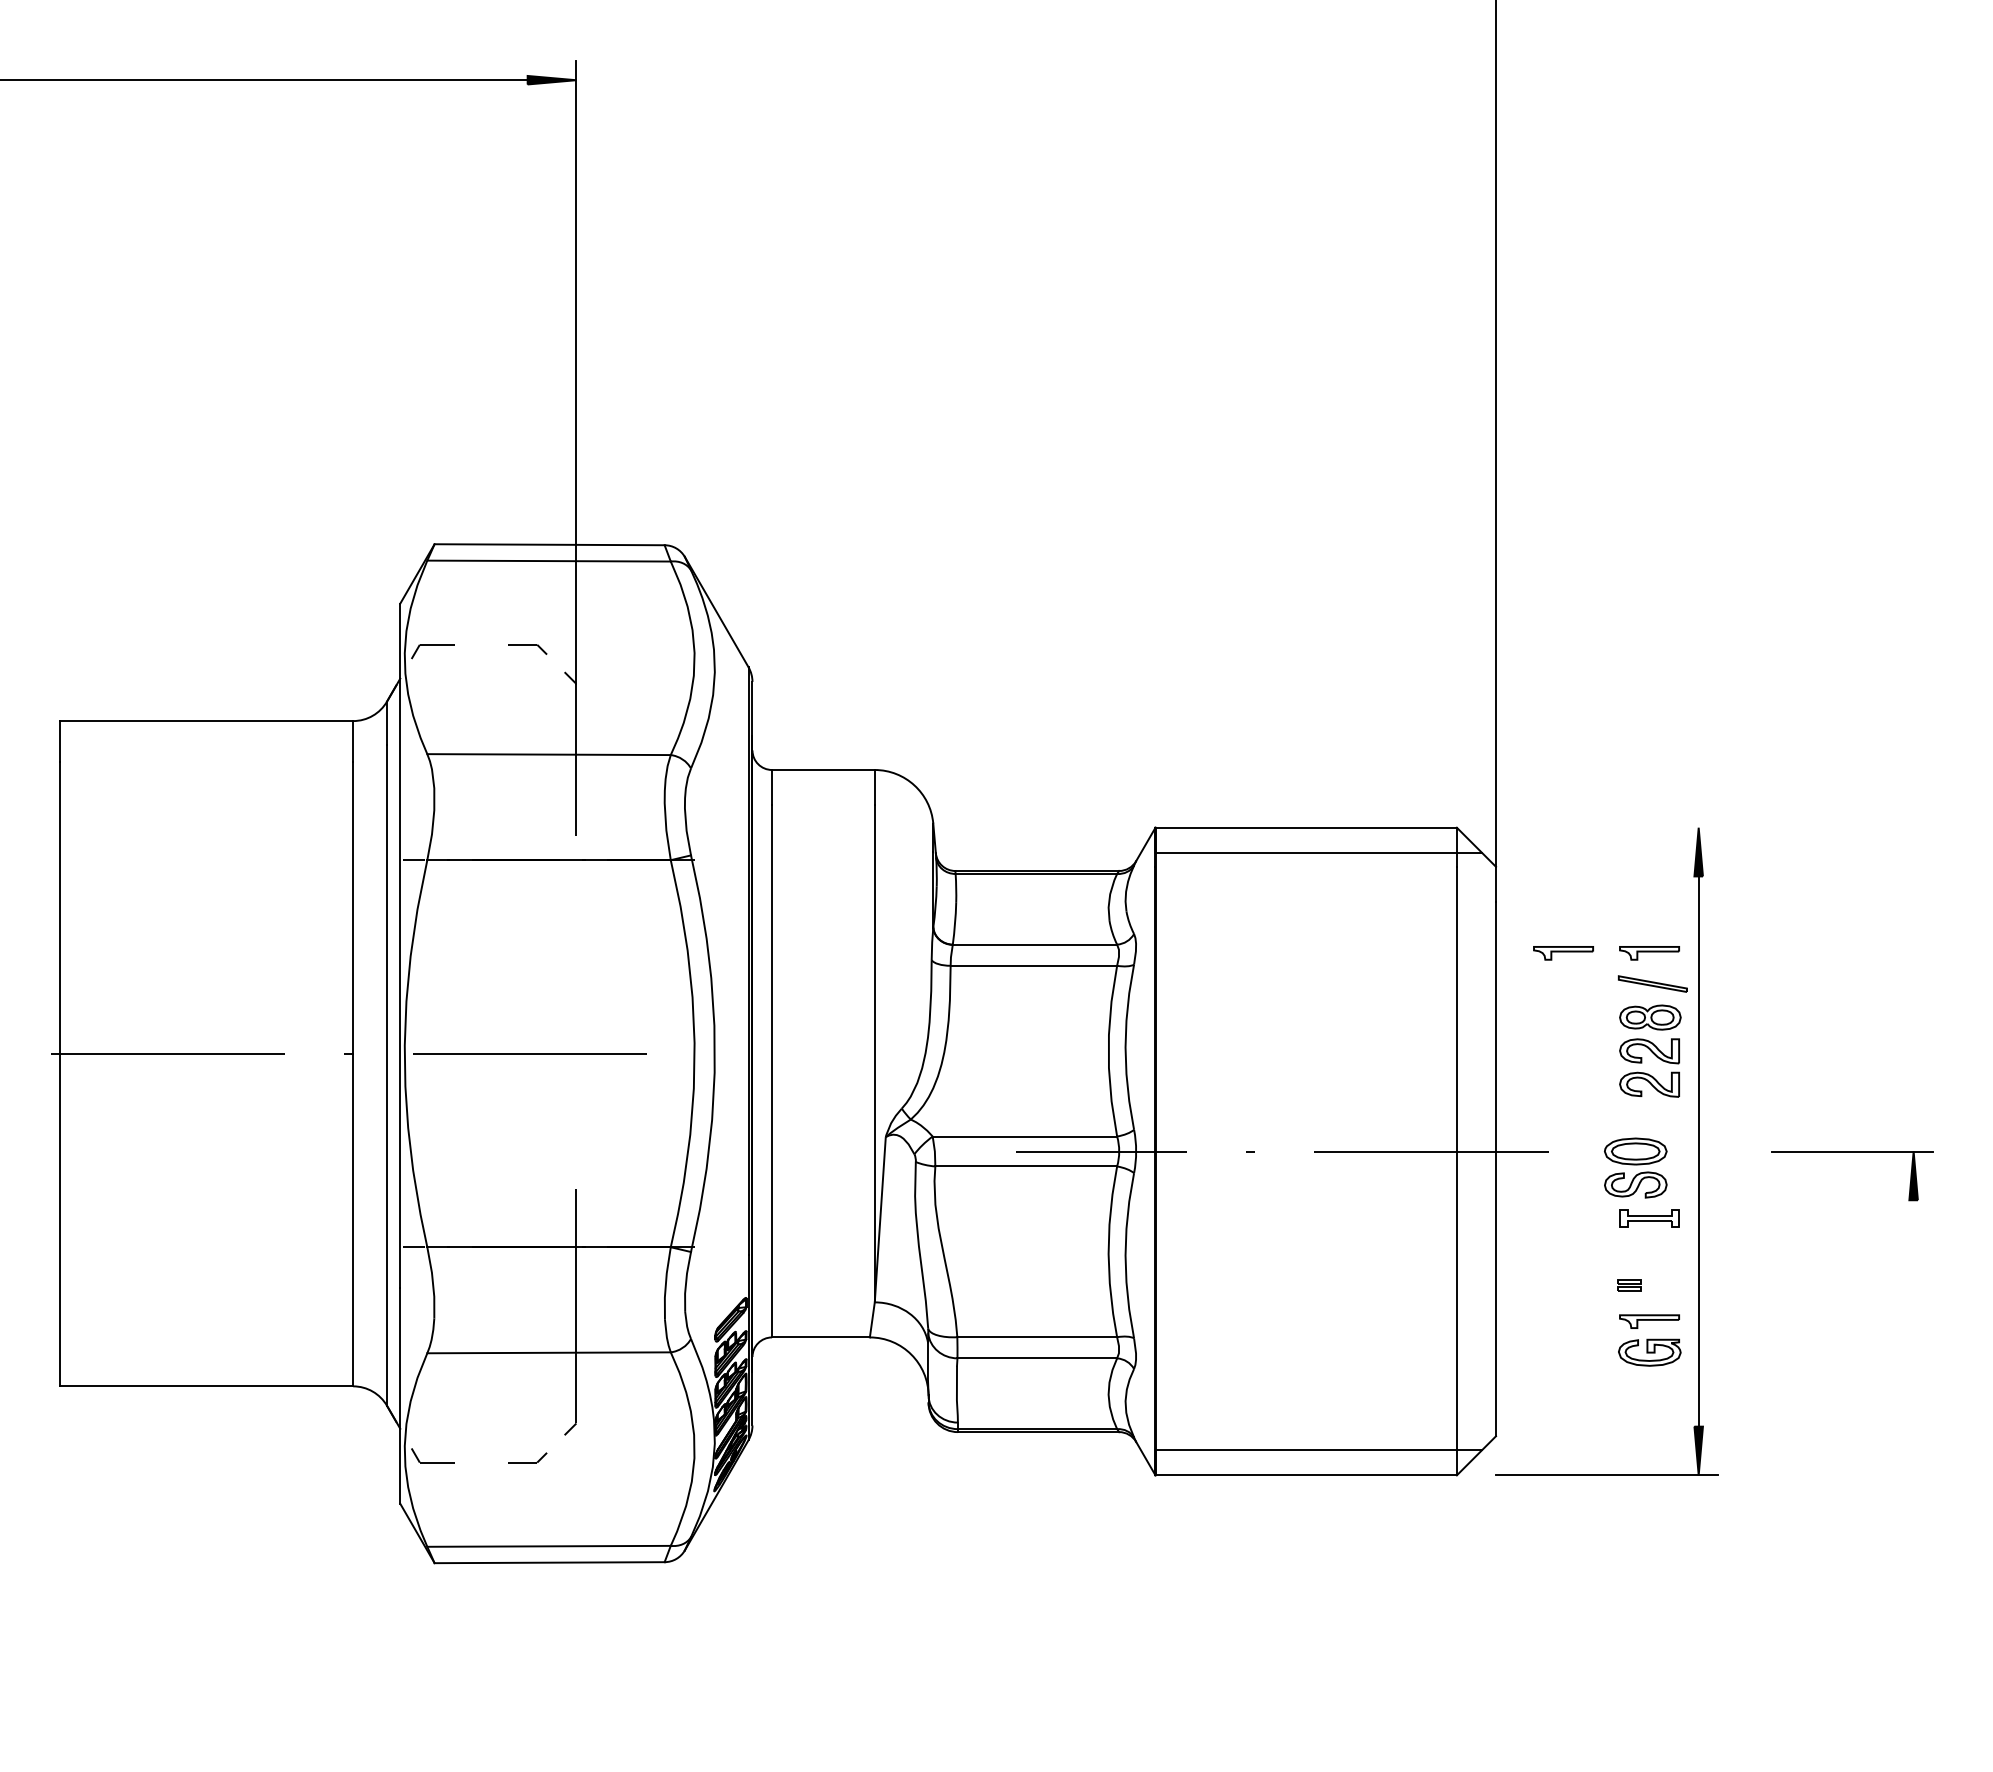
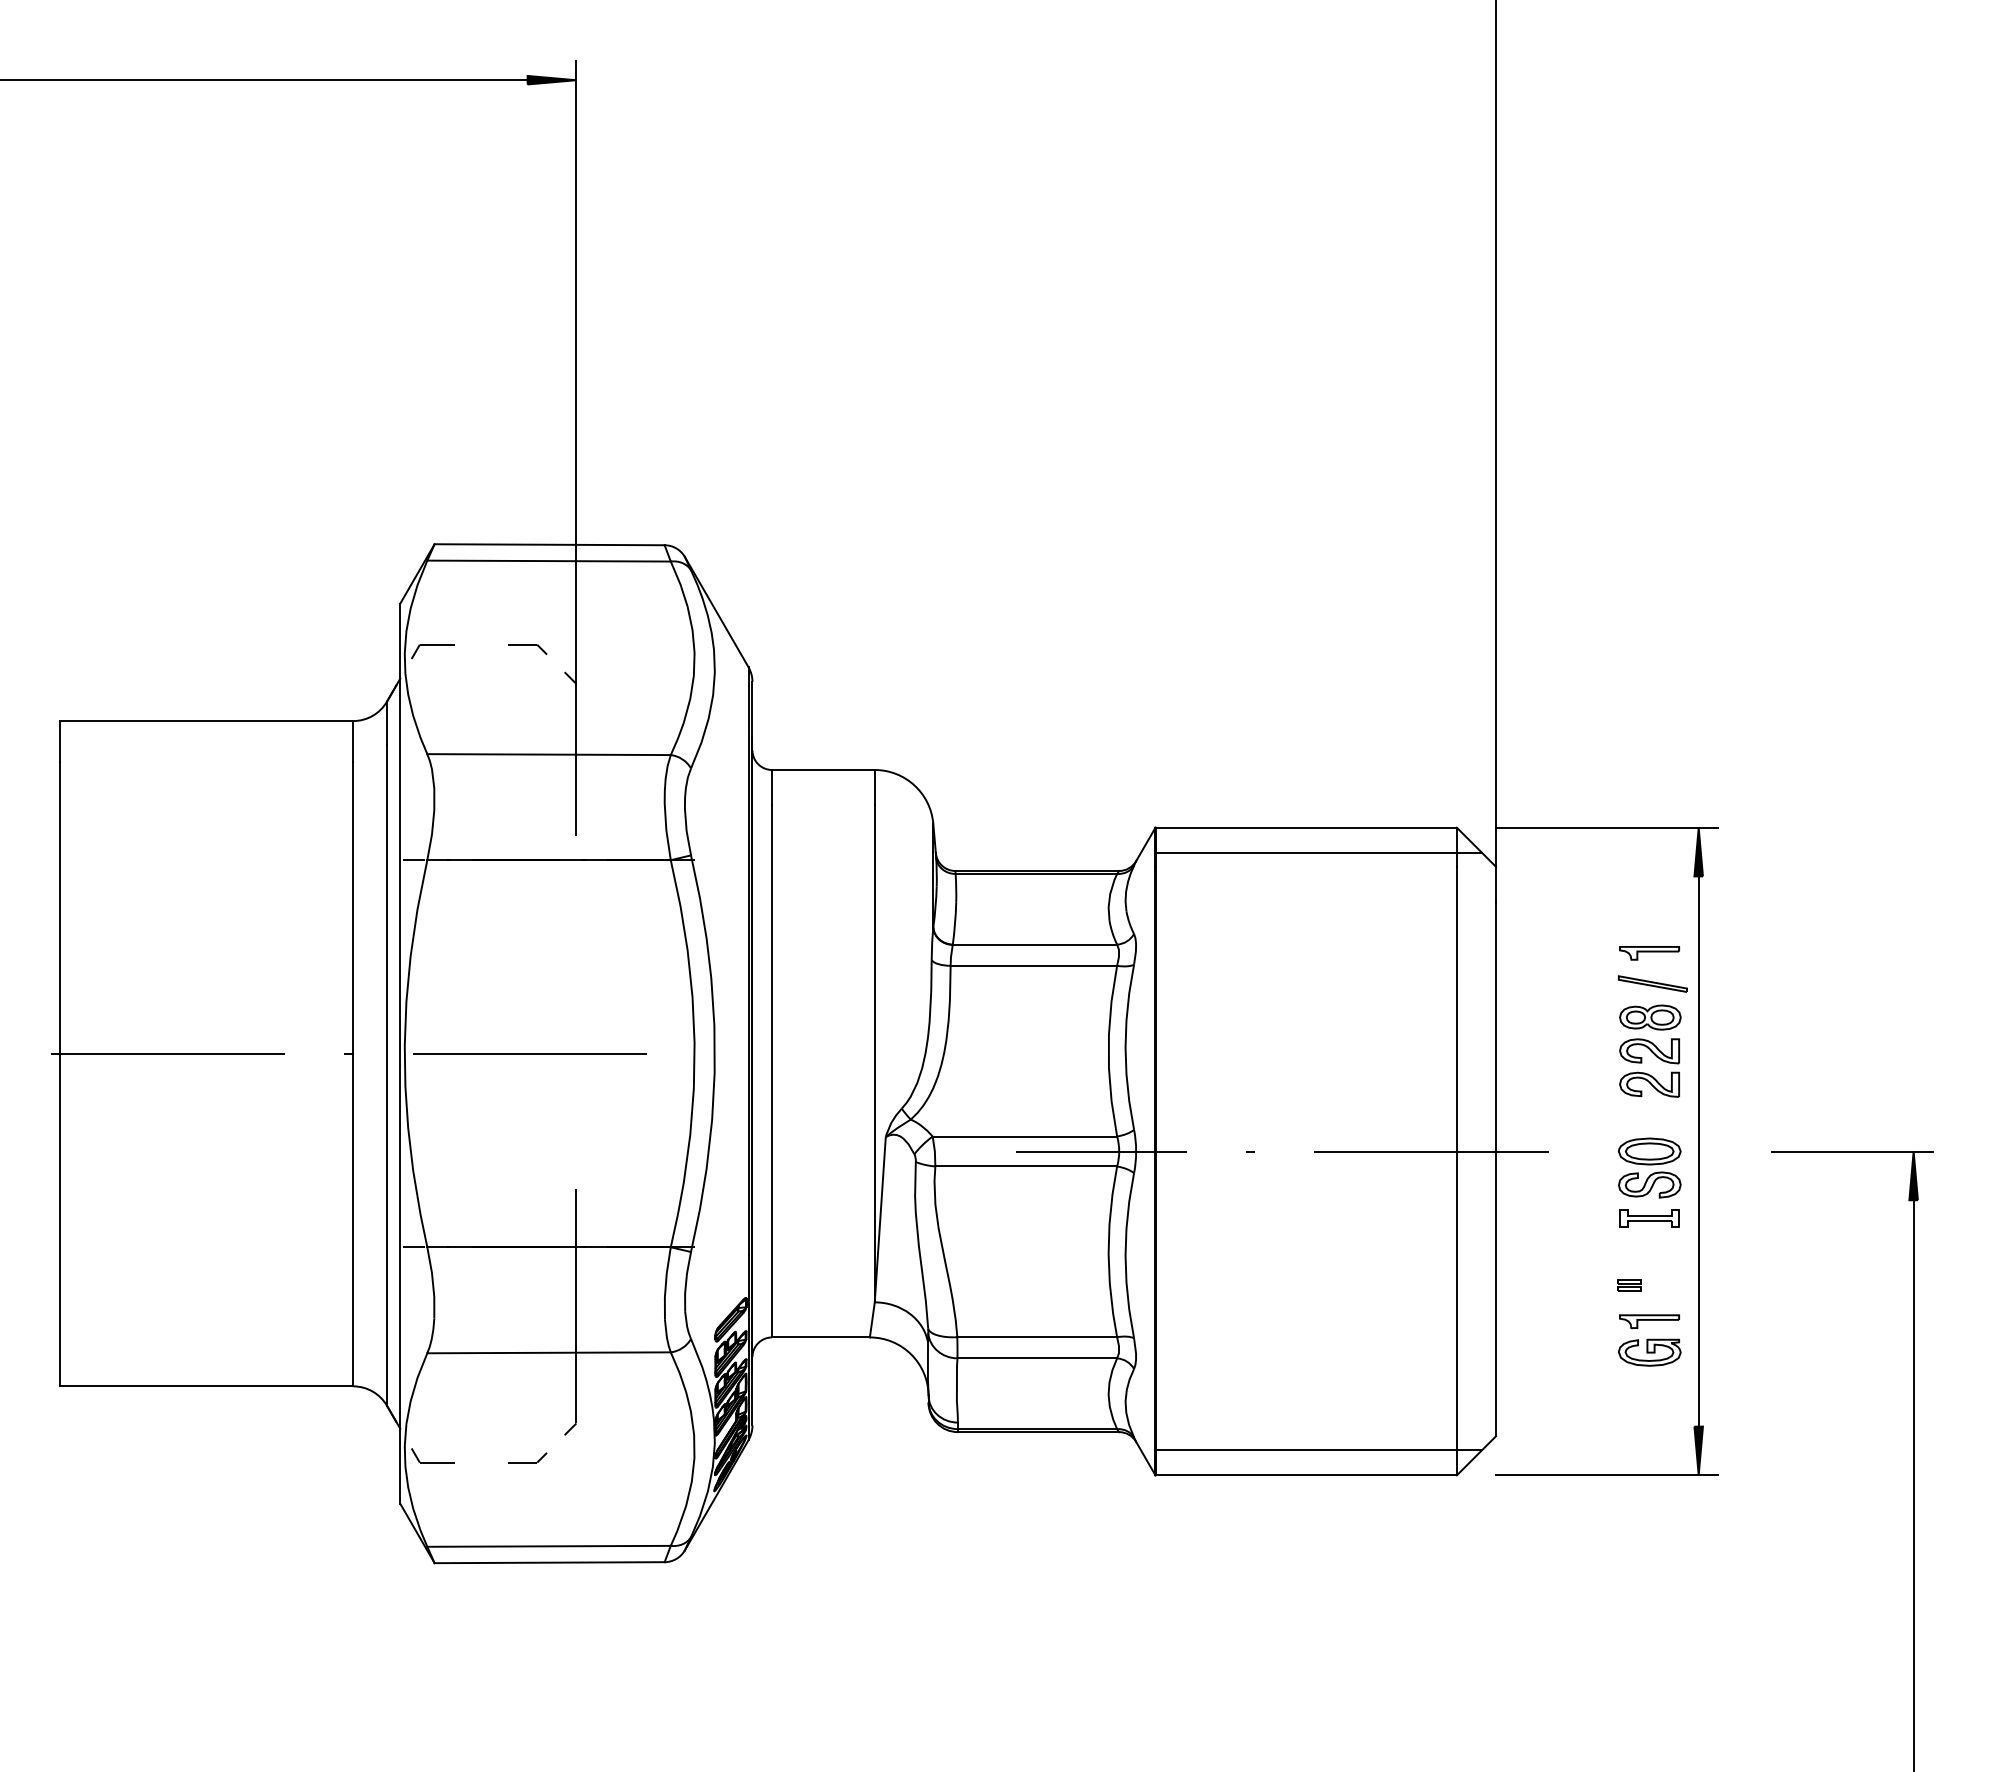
line at (1607, 827): none -> present
part at (1563, 953): present -> none
part at (1635, 1167) position: (1635, 1167) -> (1649, 1167)
line at (1913, 1484): none -> present
